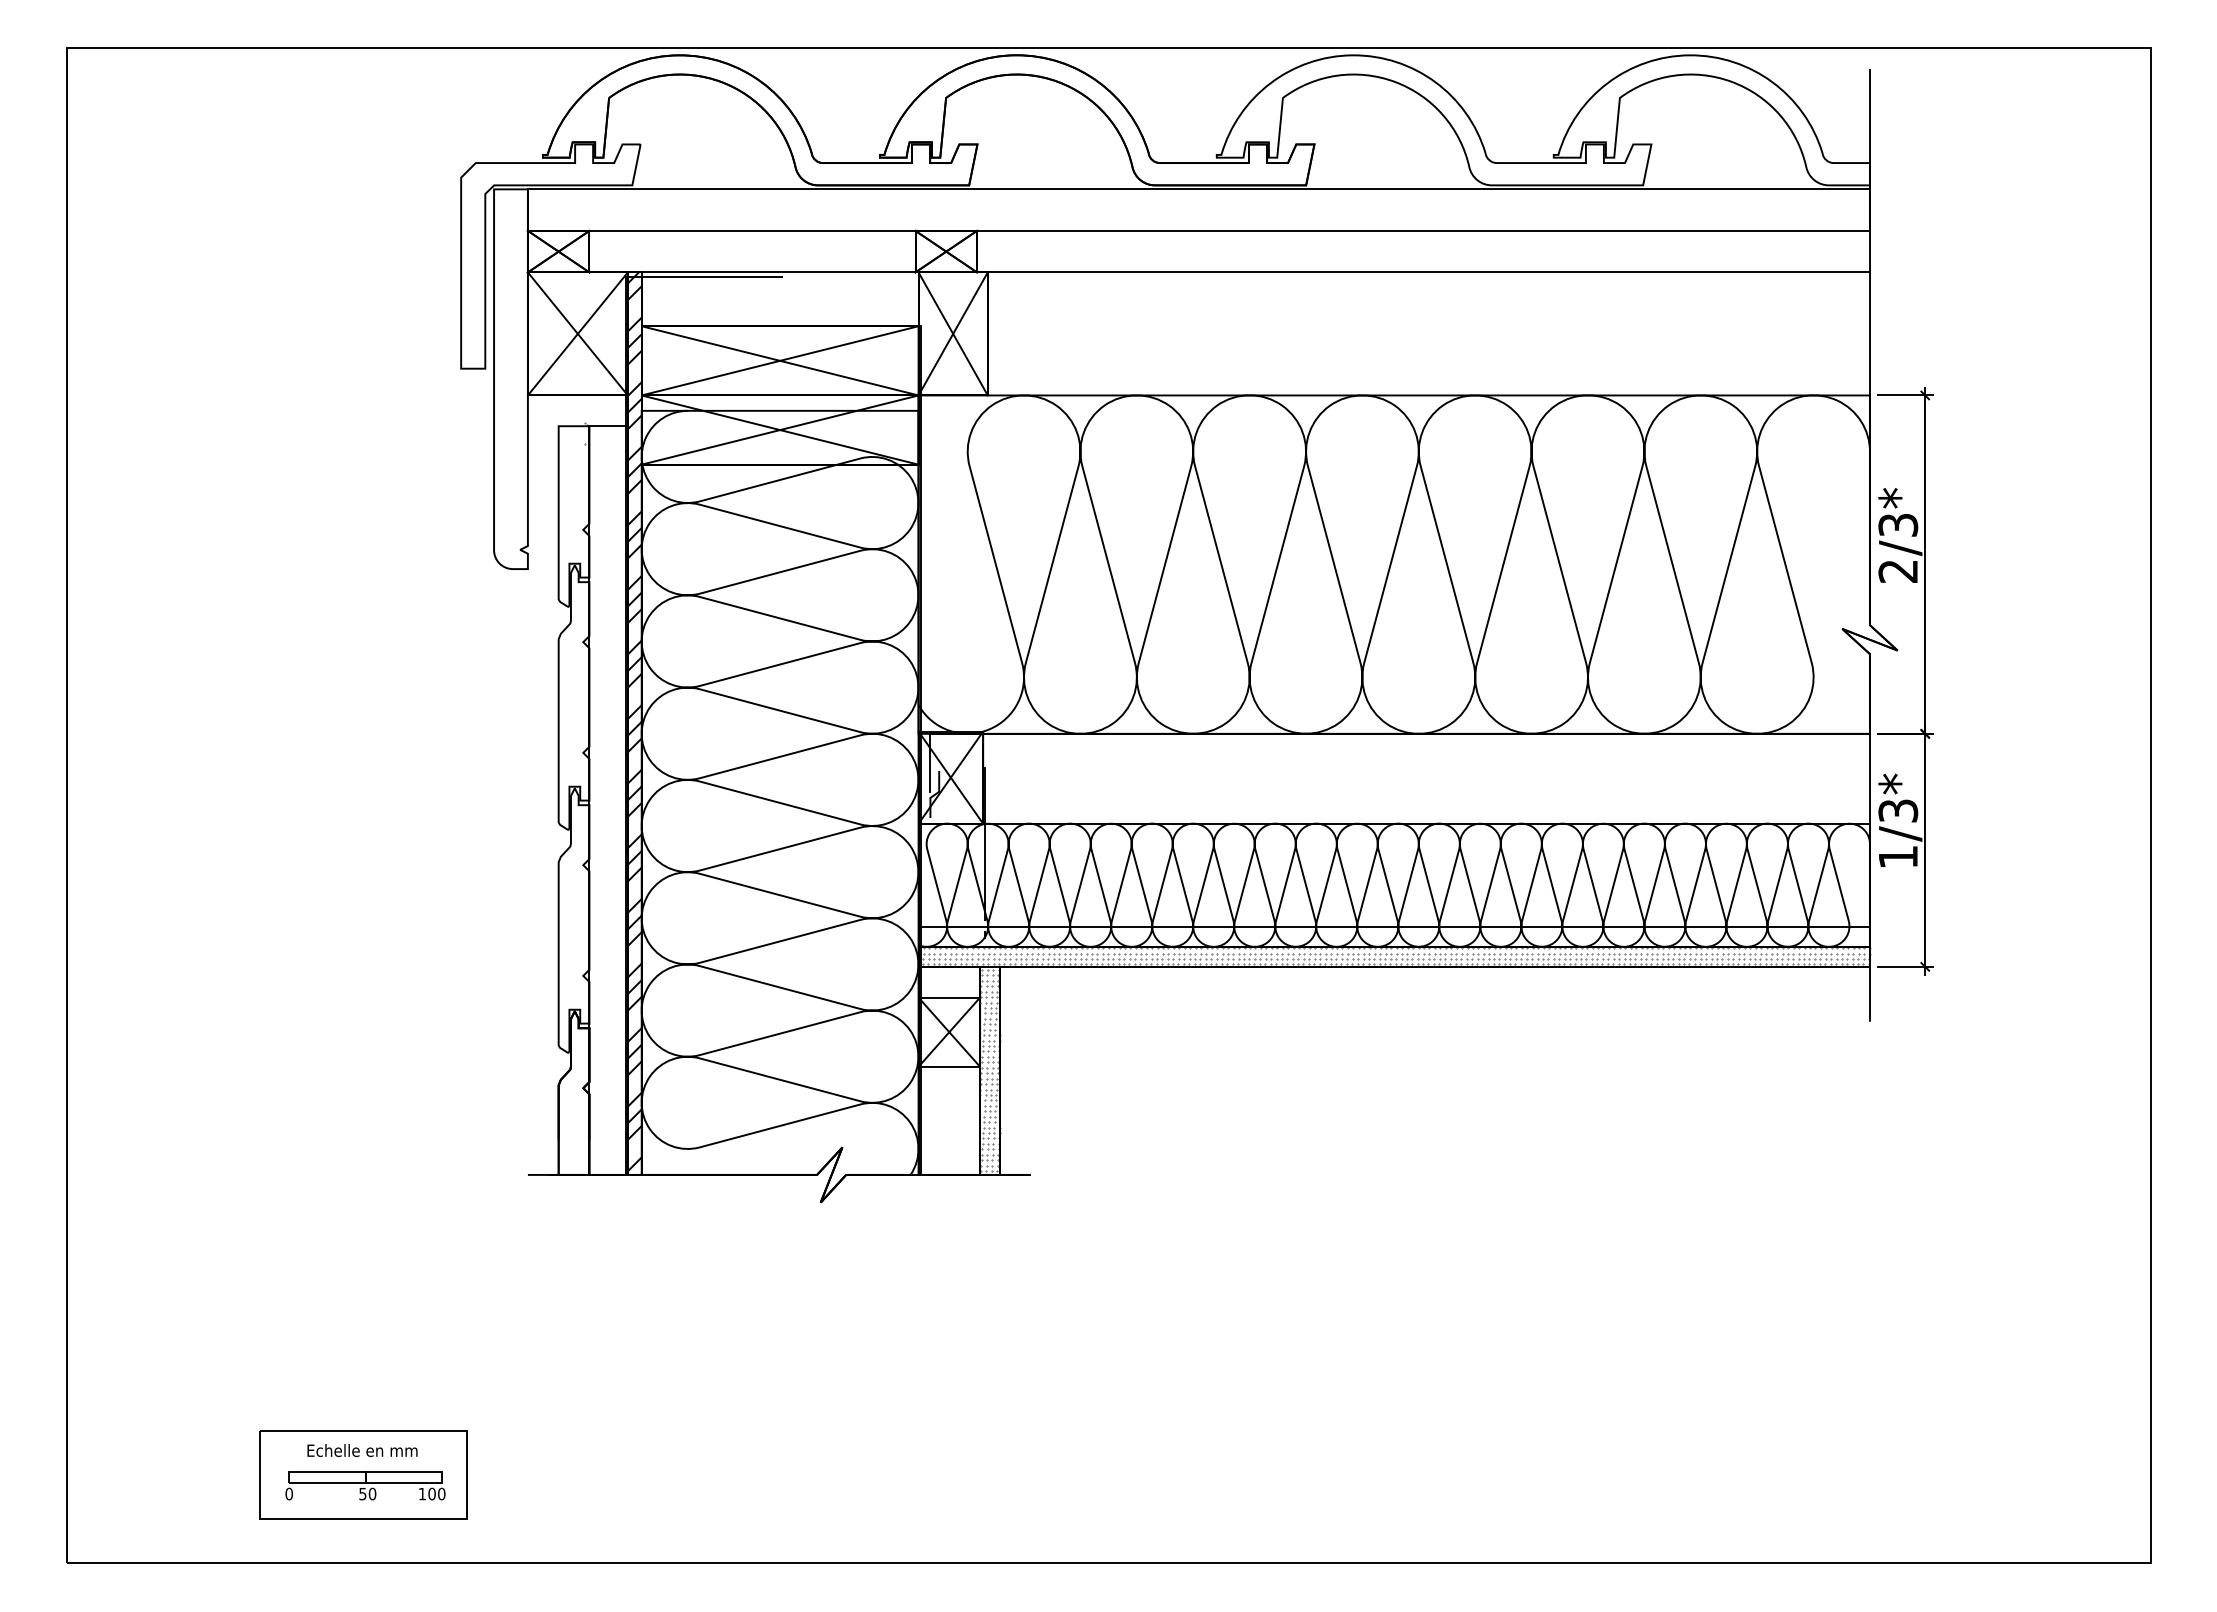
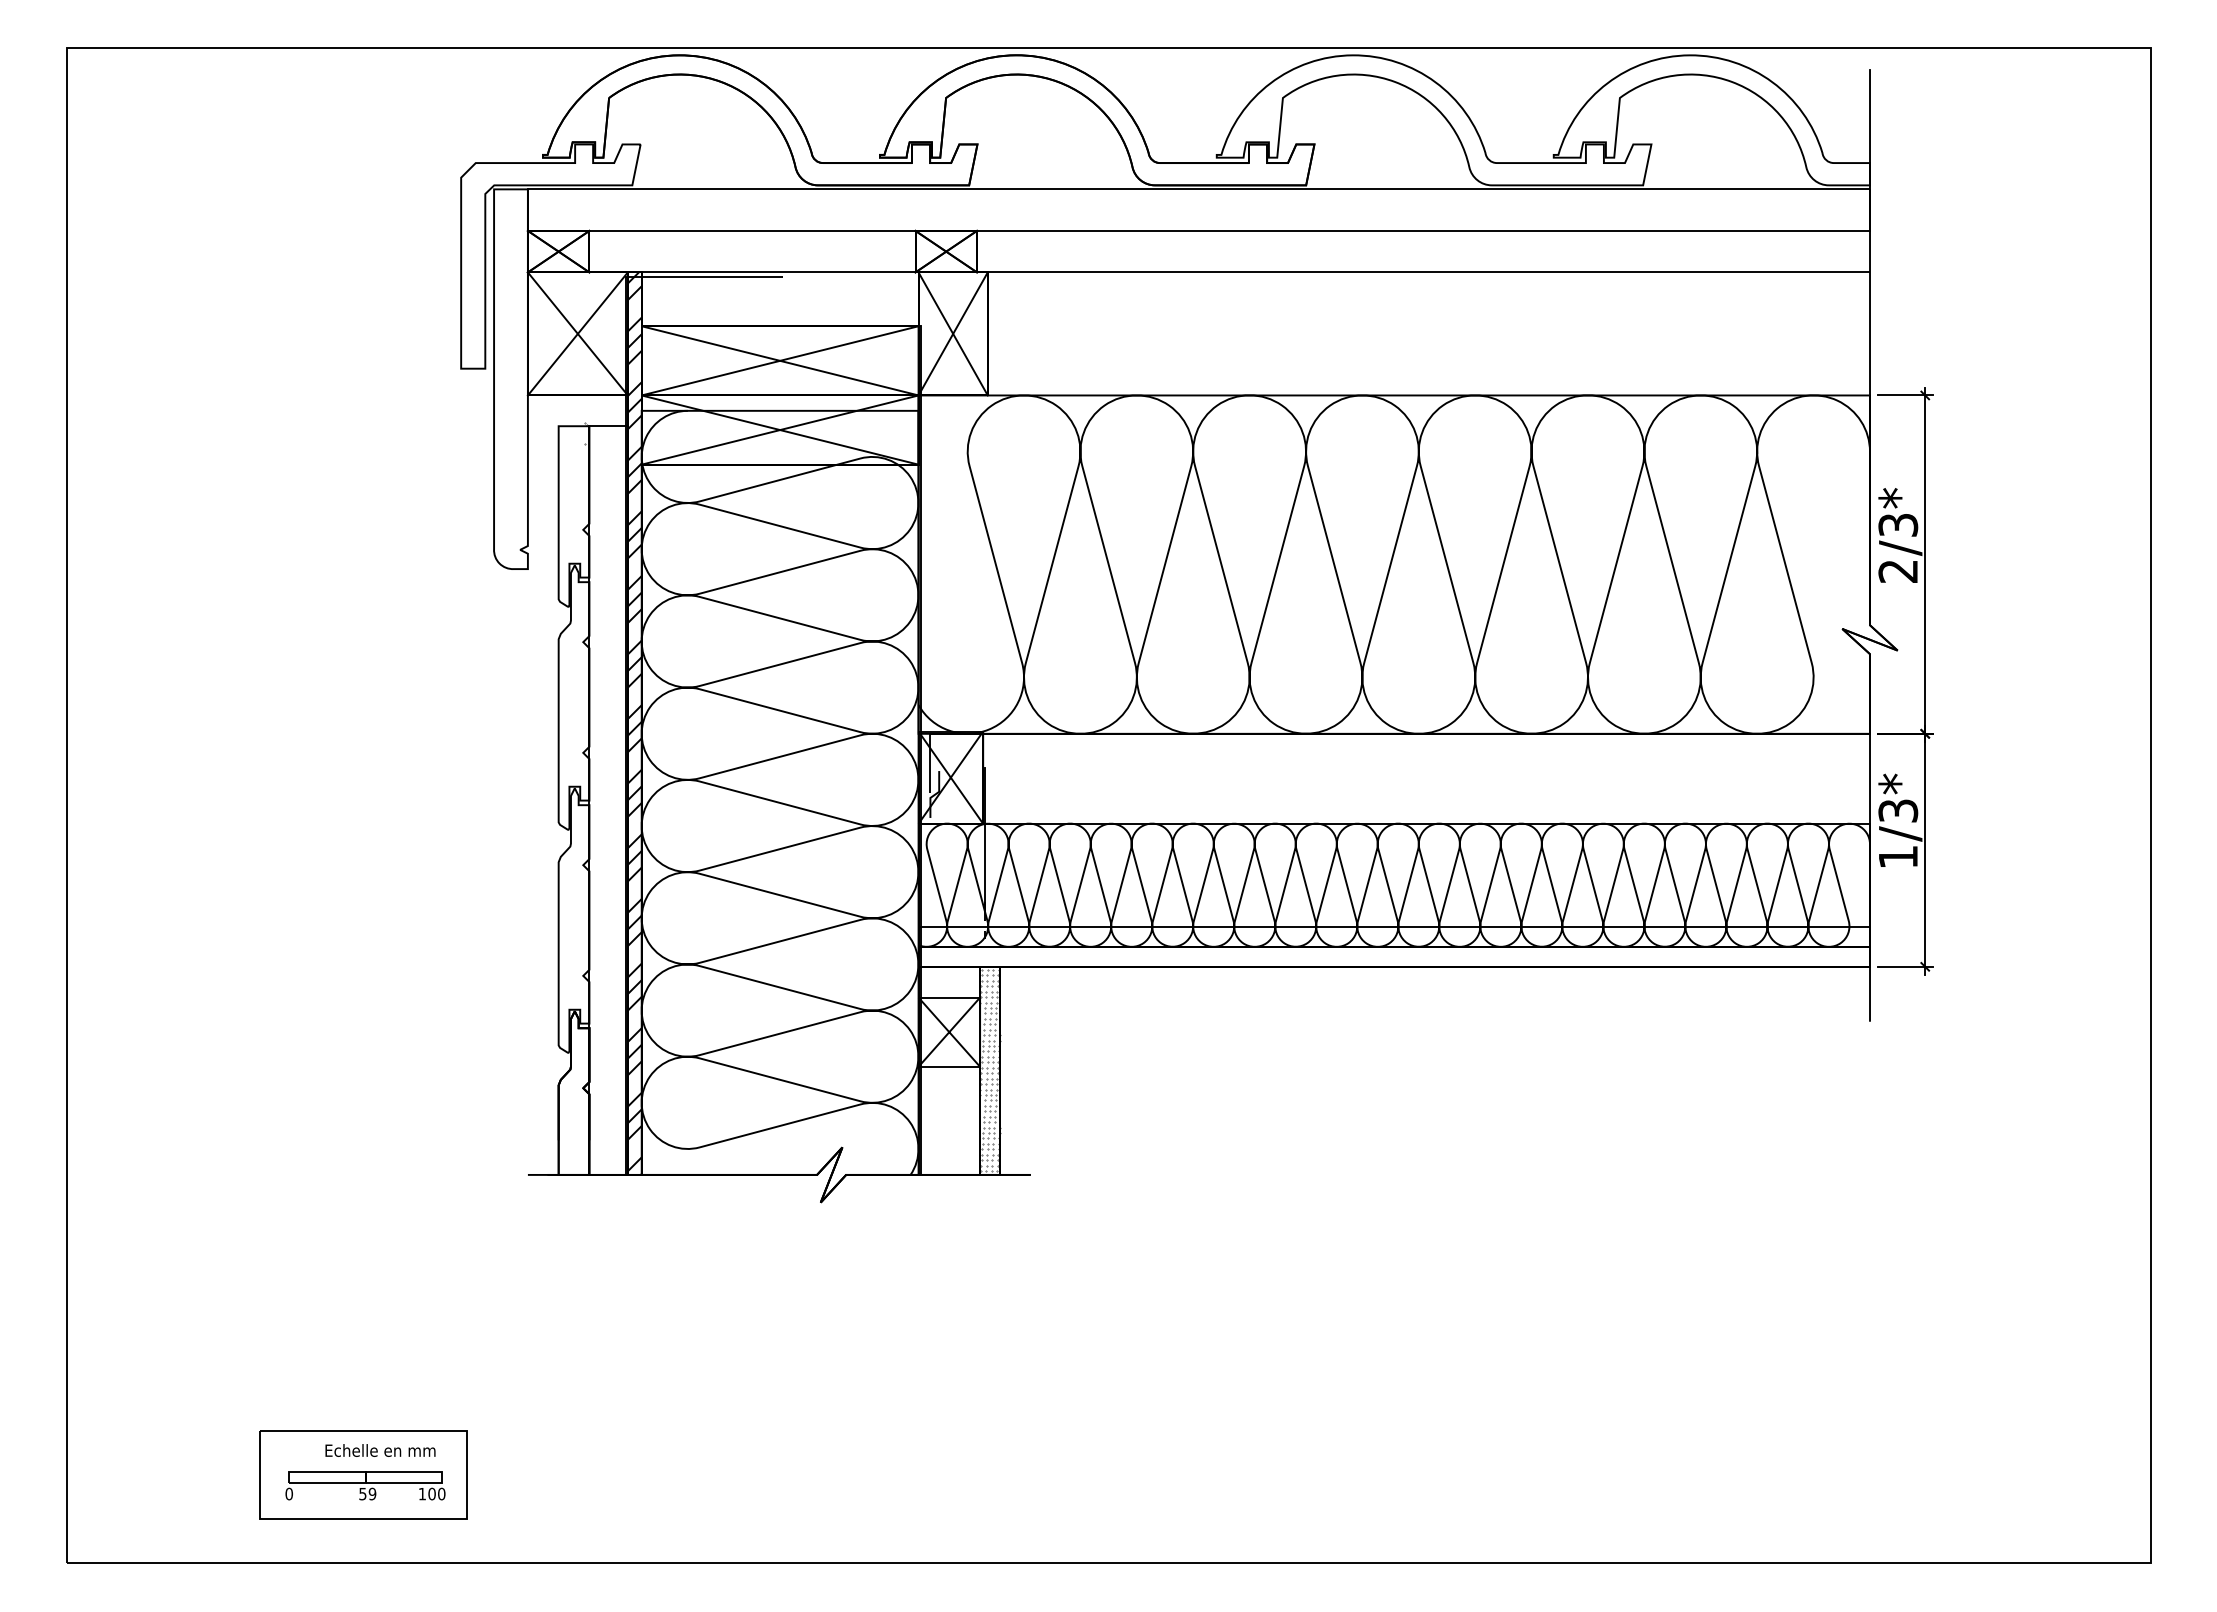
hatch at (1395, 956): present -> none
text at (362, 1450) position: (362, 1450) -> (380, 1450)
text at (372, 1494): 50 -> 59
